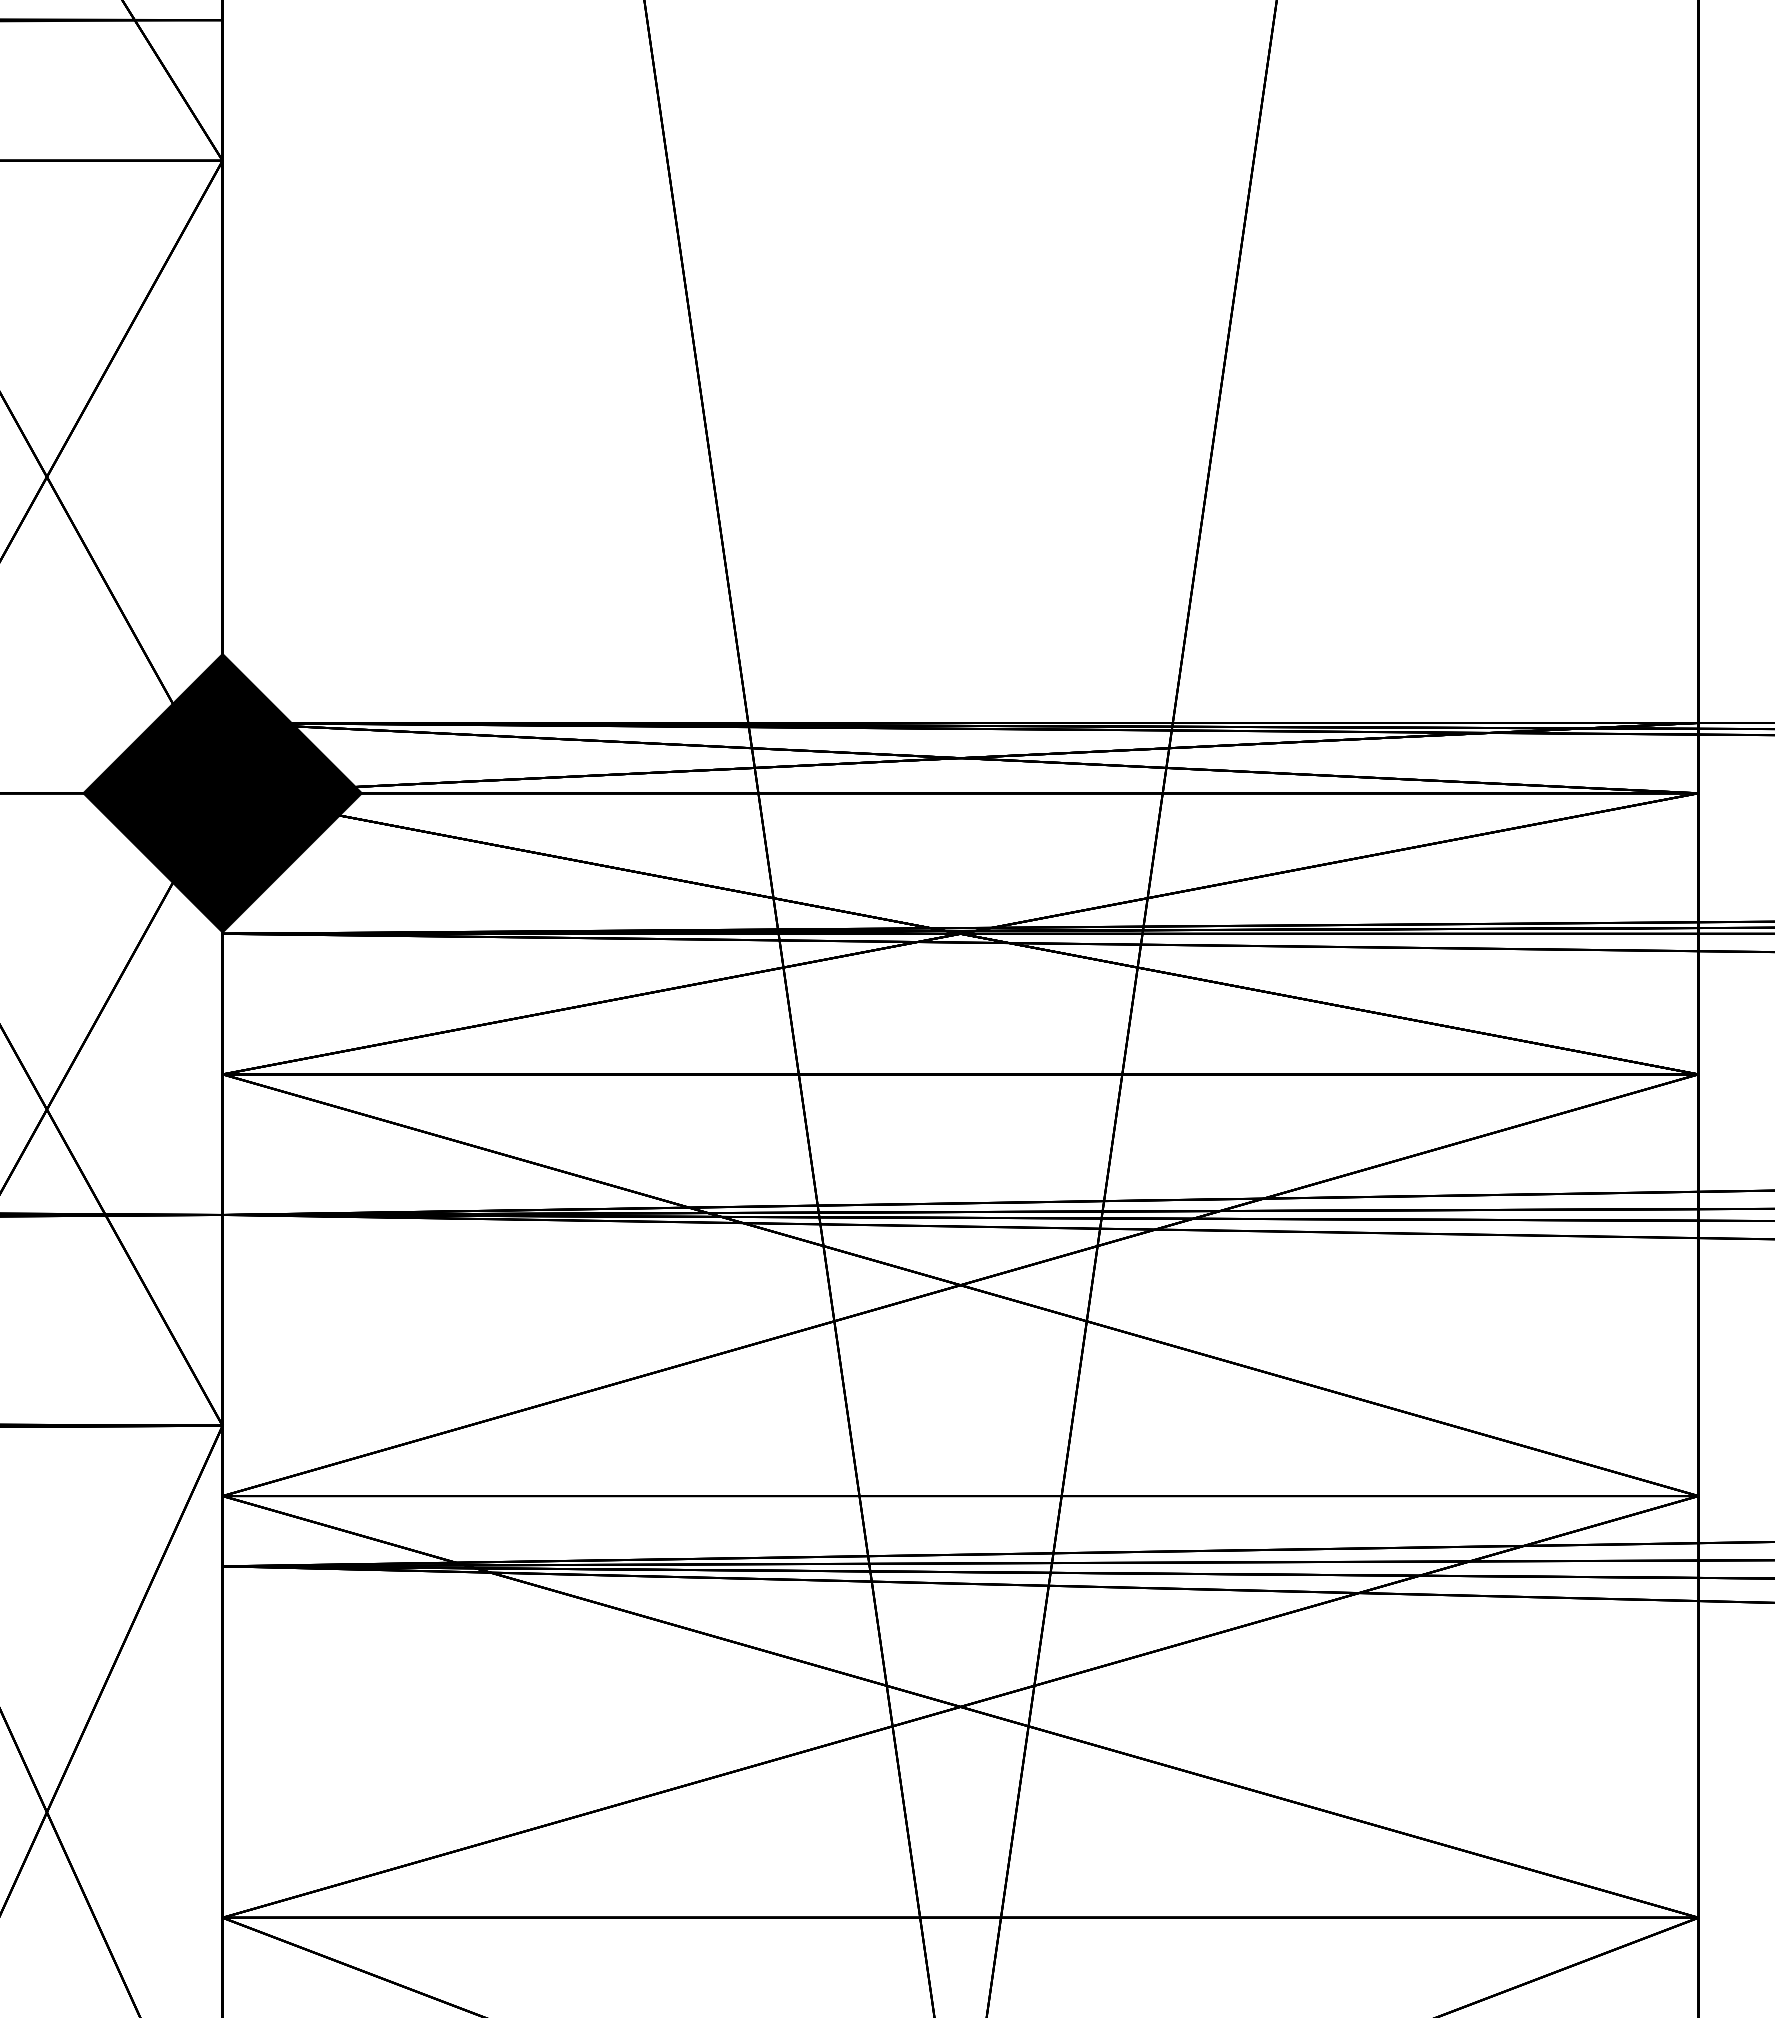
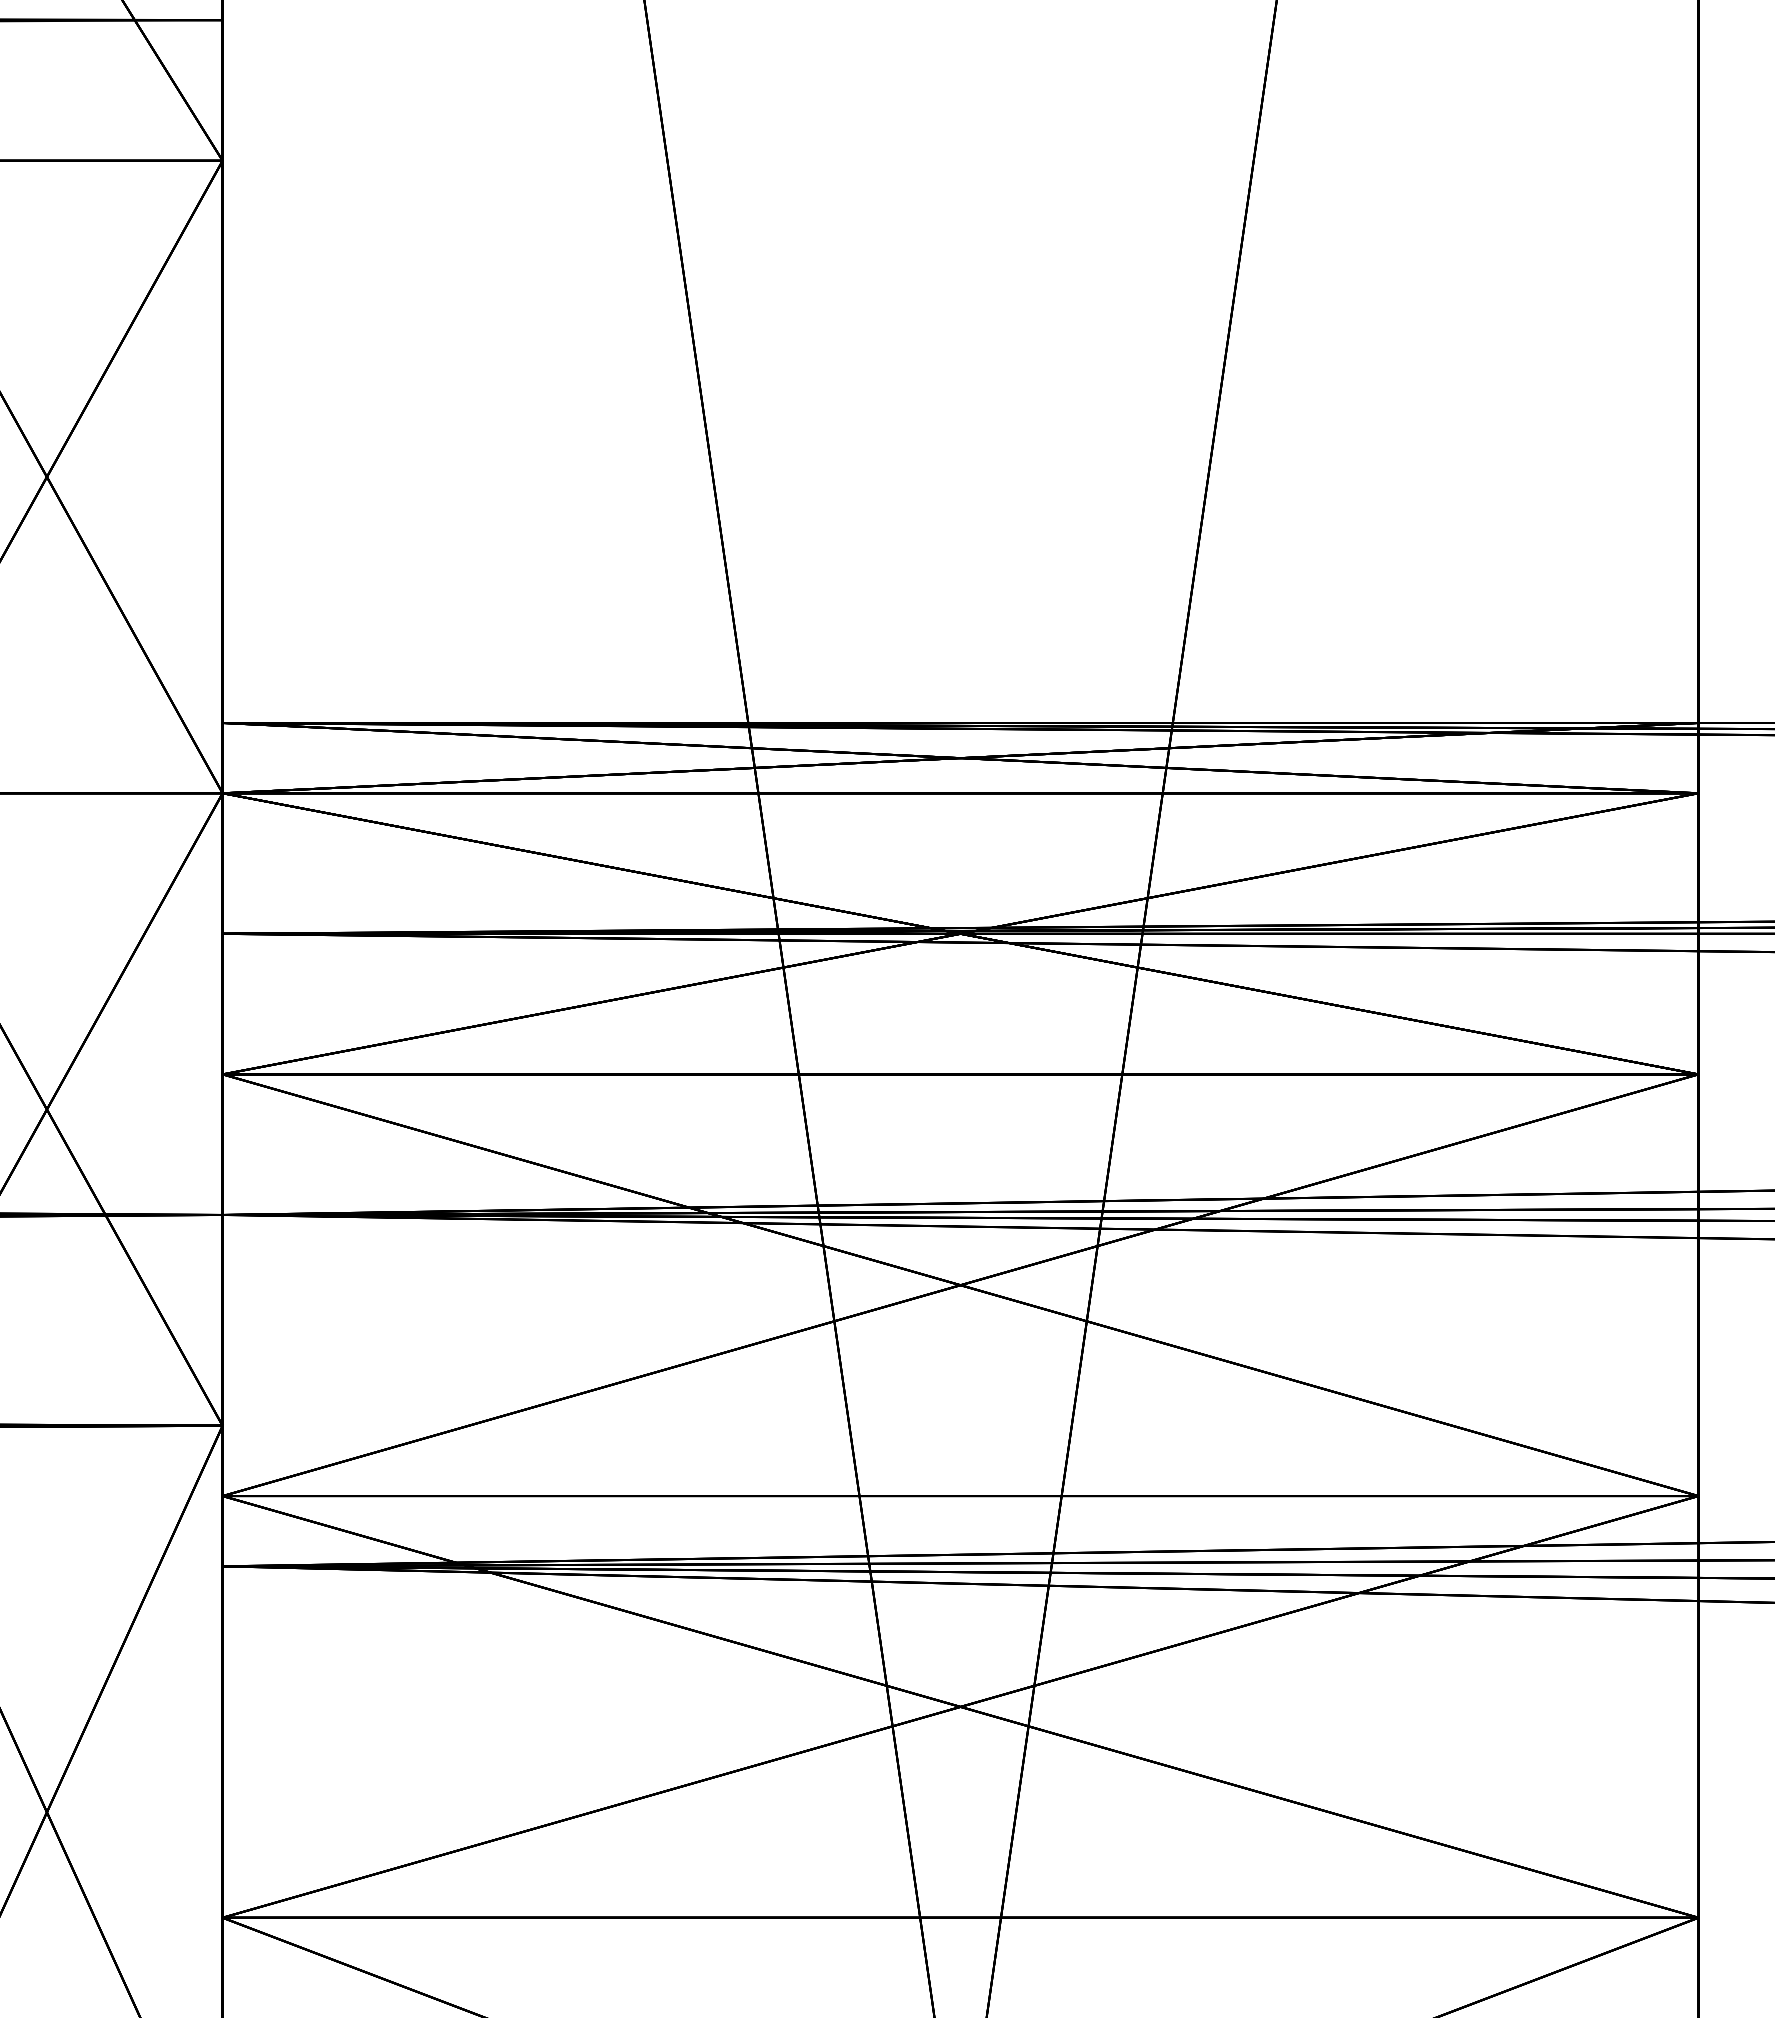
fill at (222, 792): present -> none
